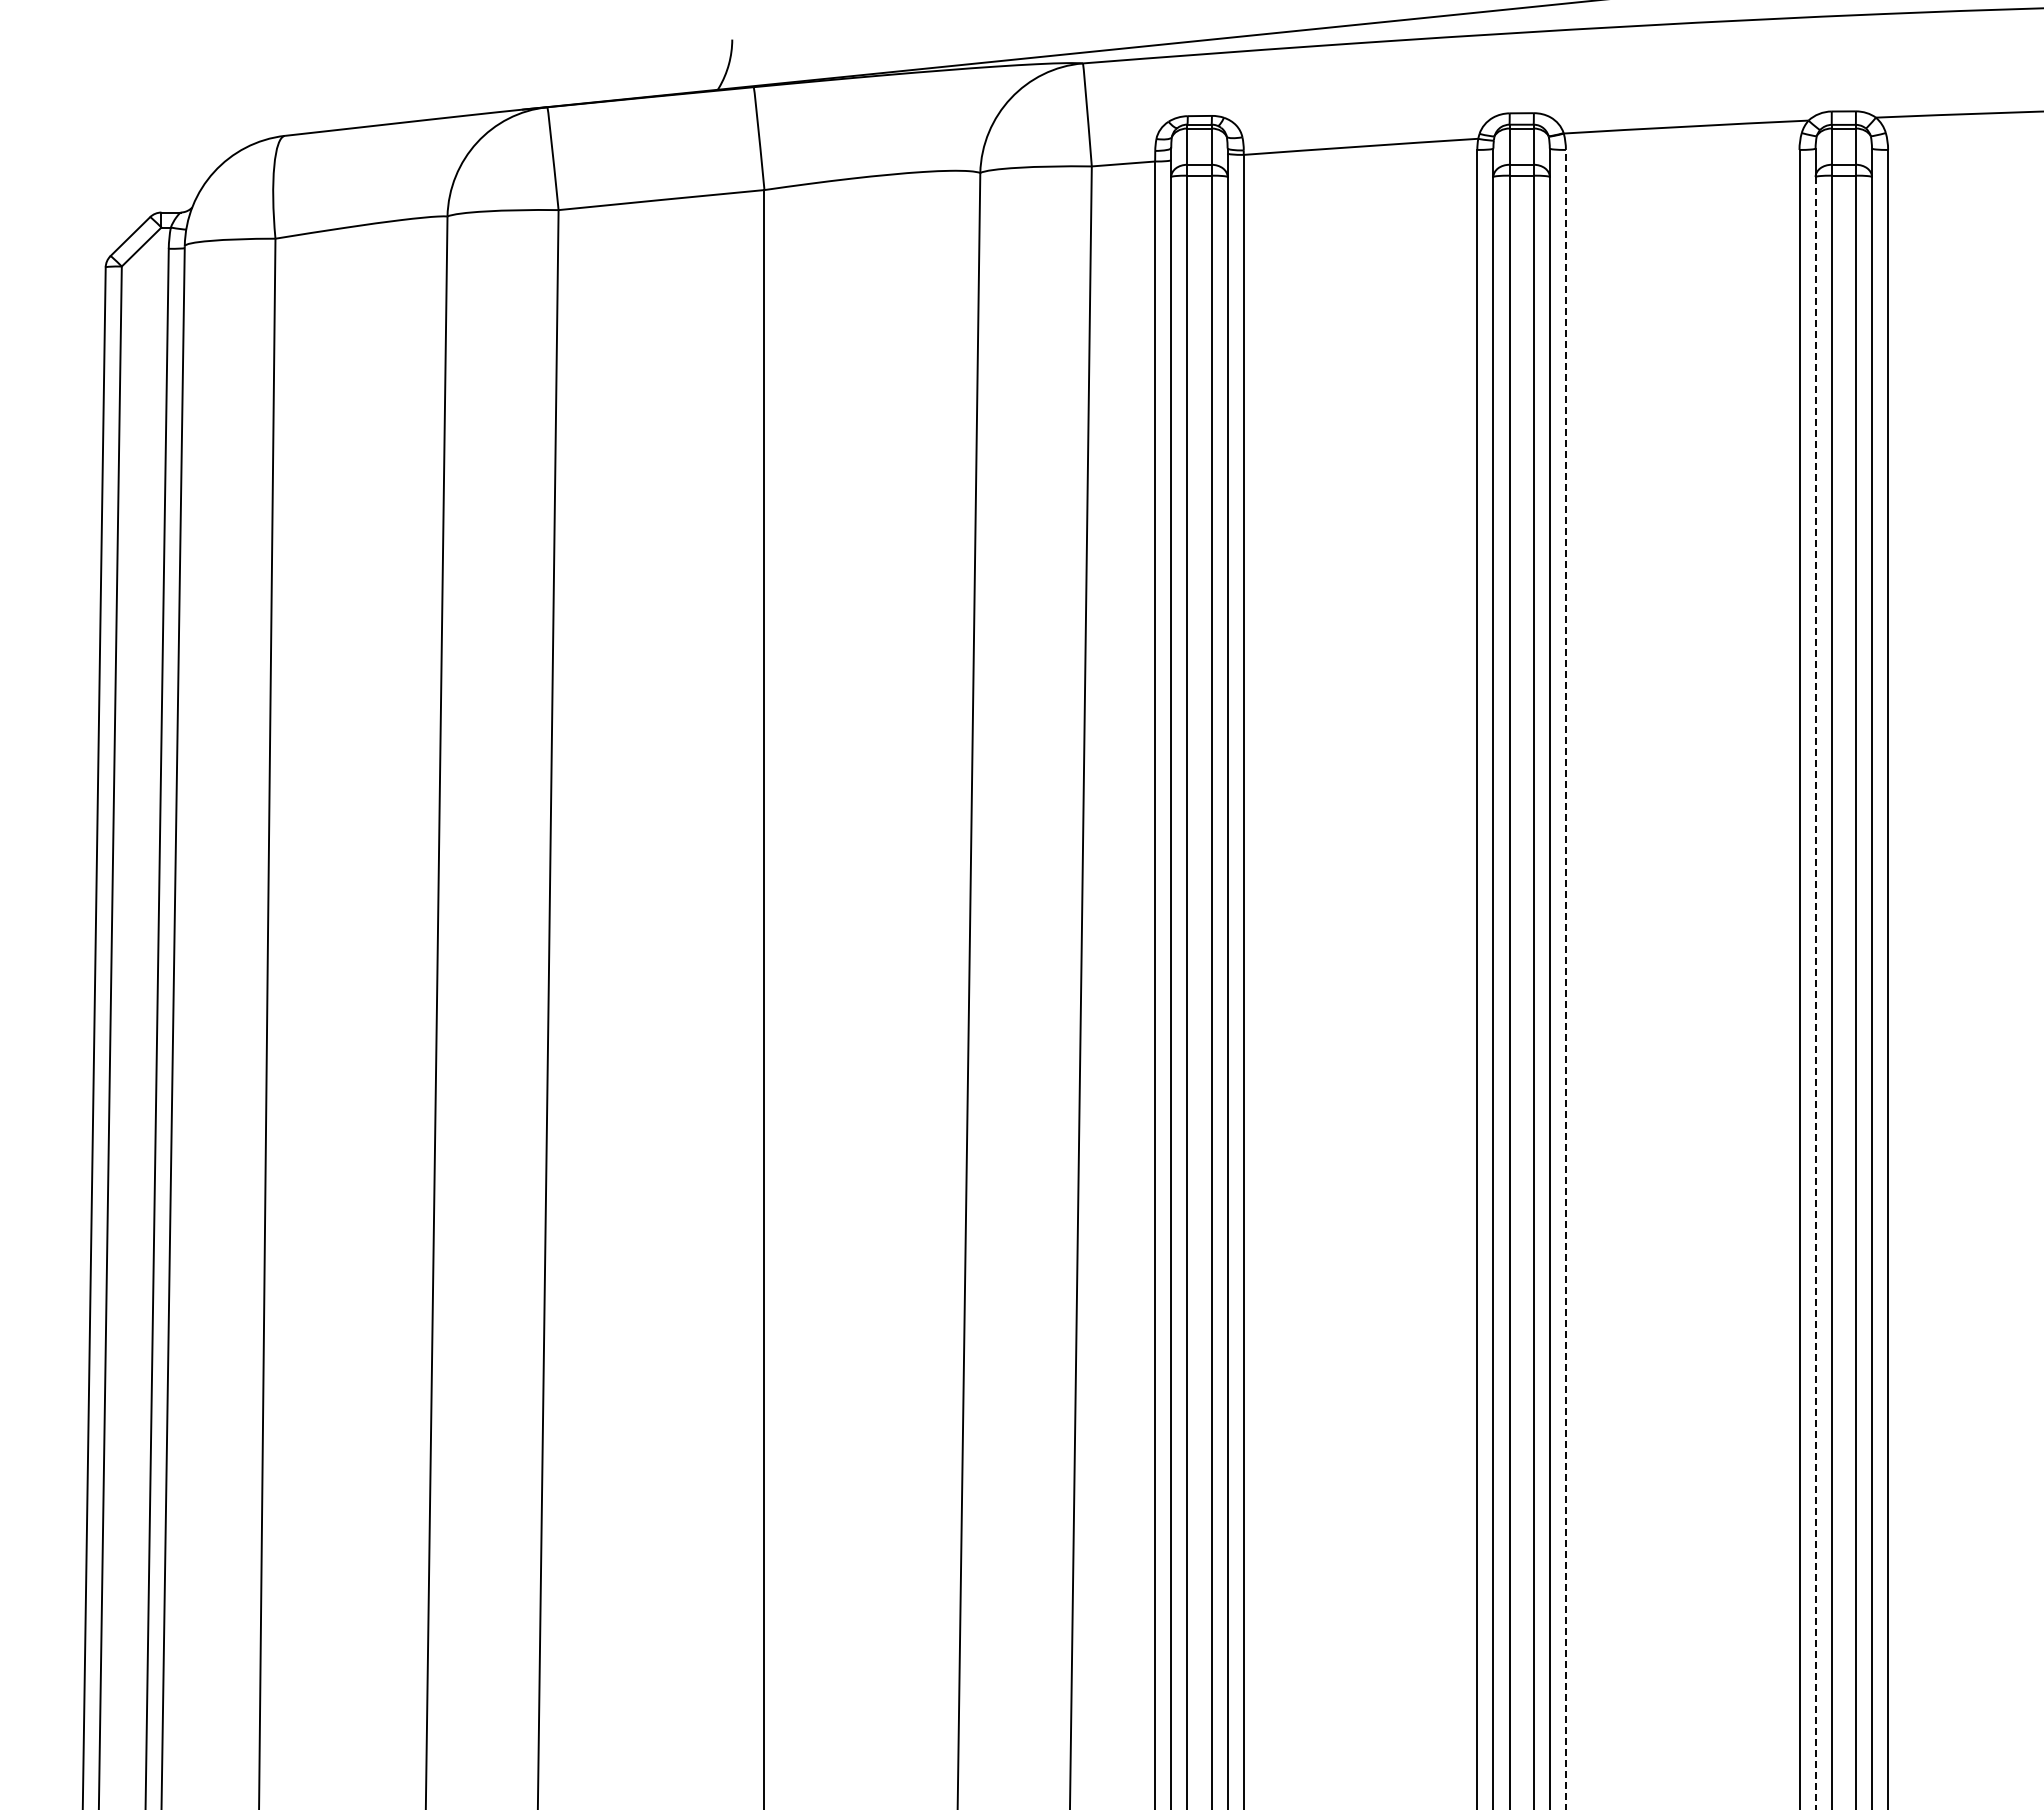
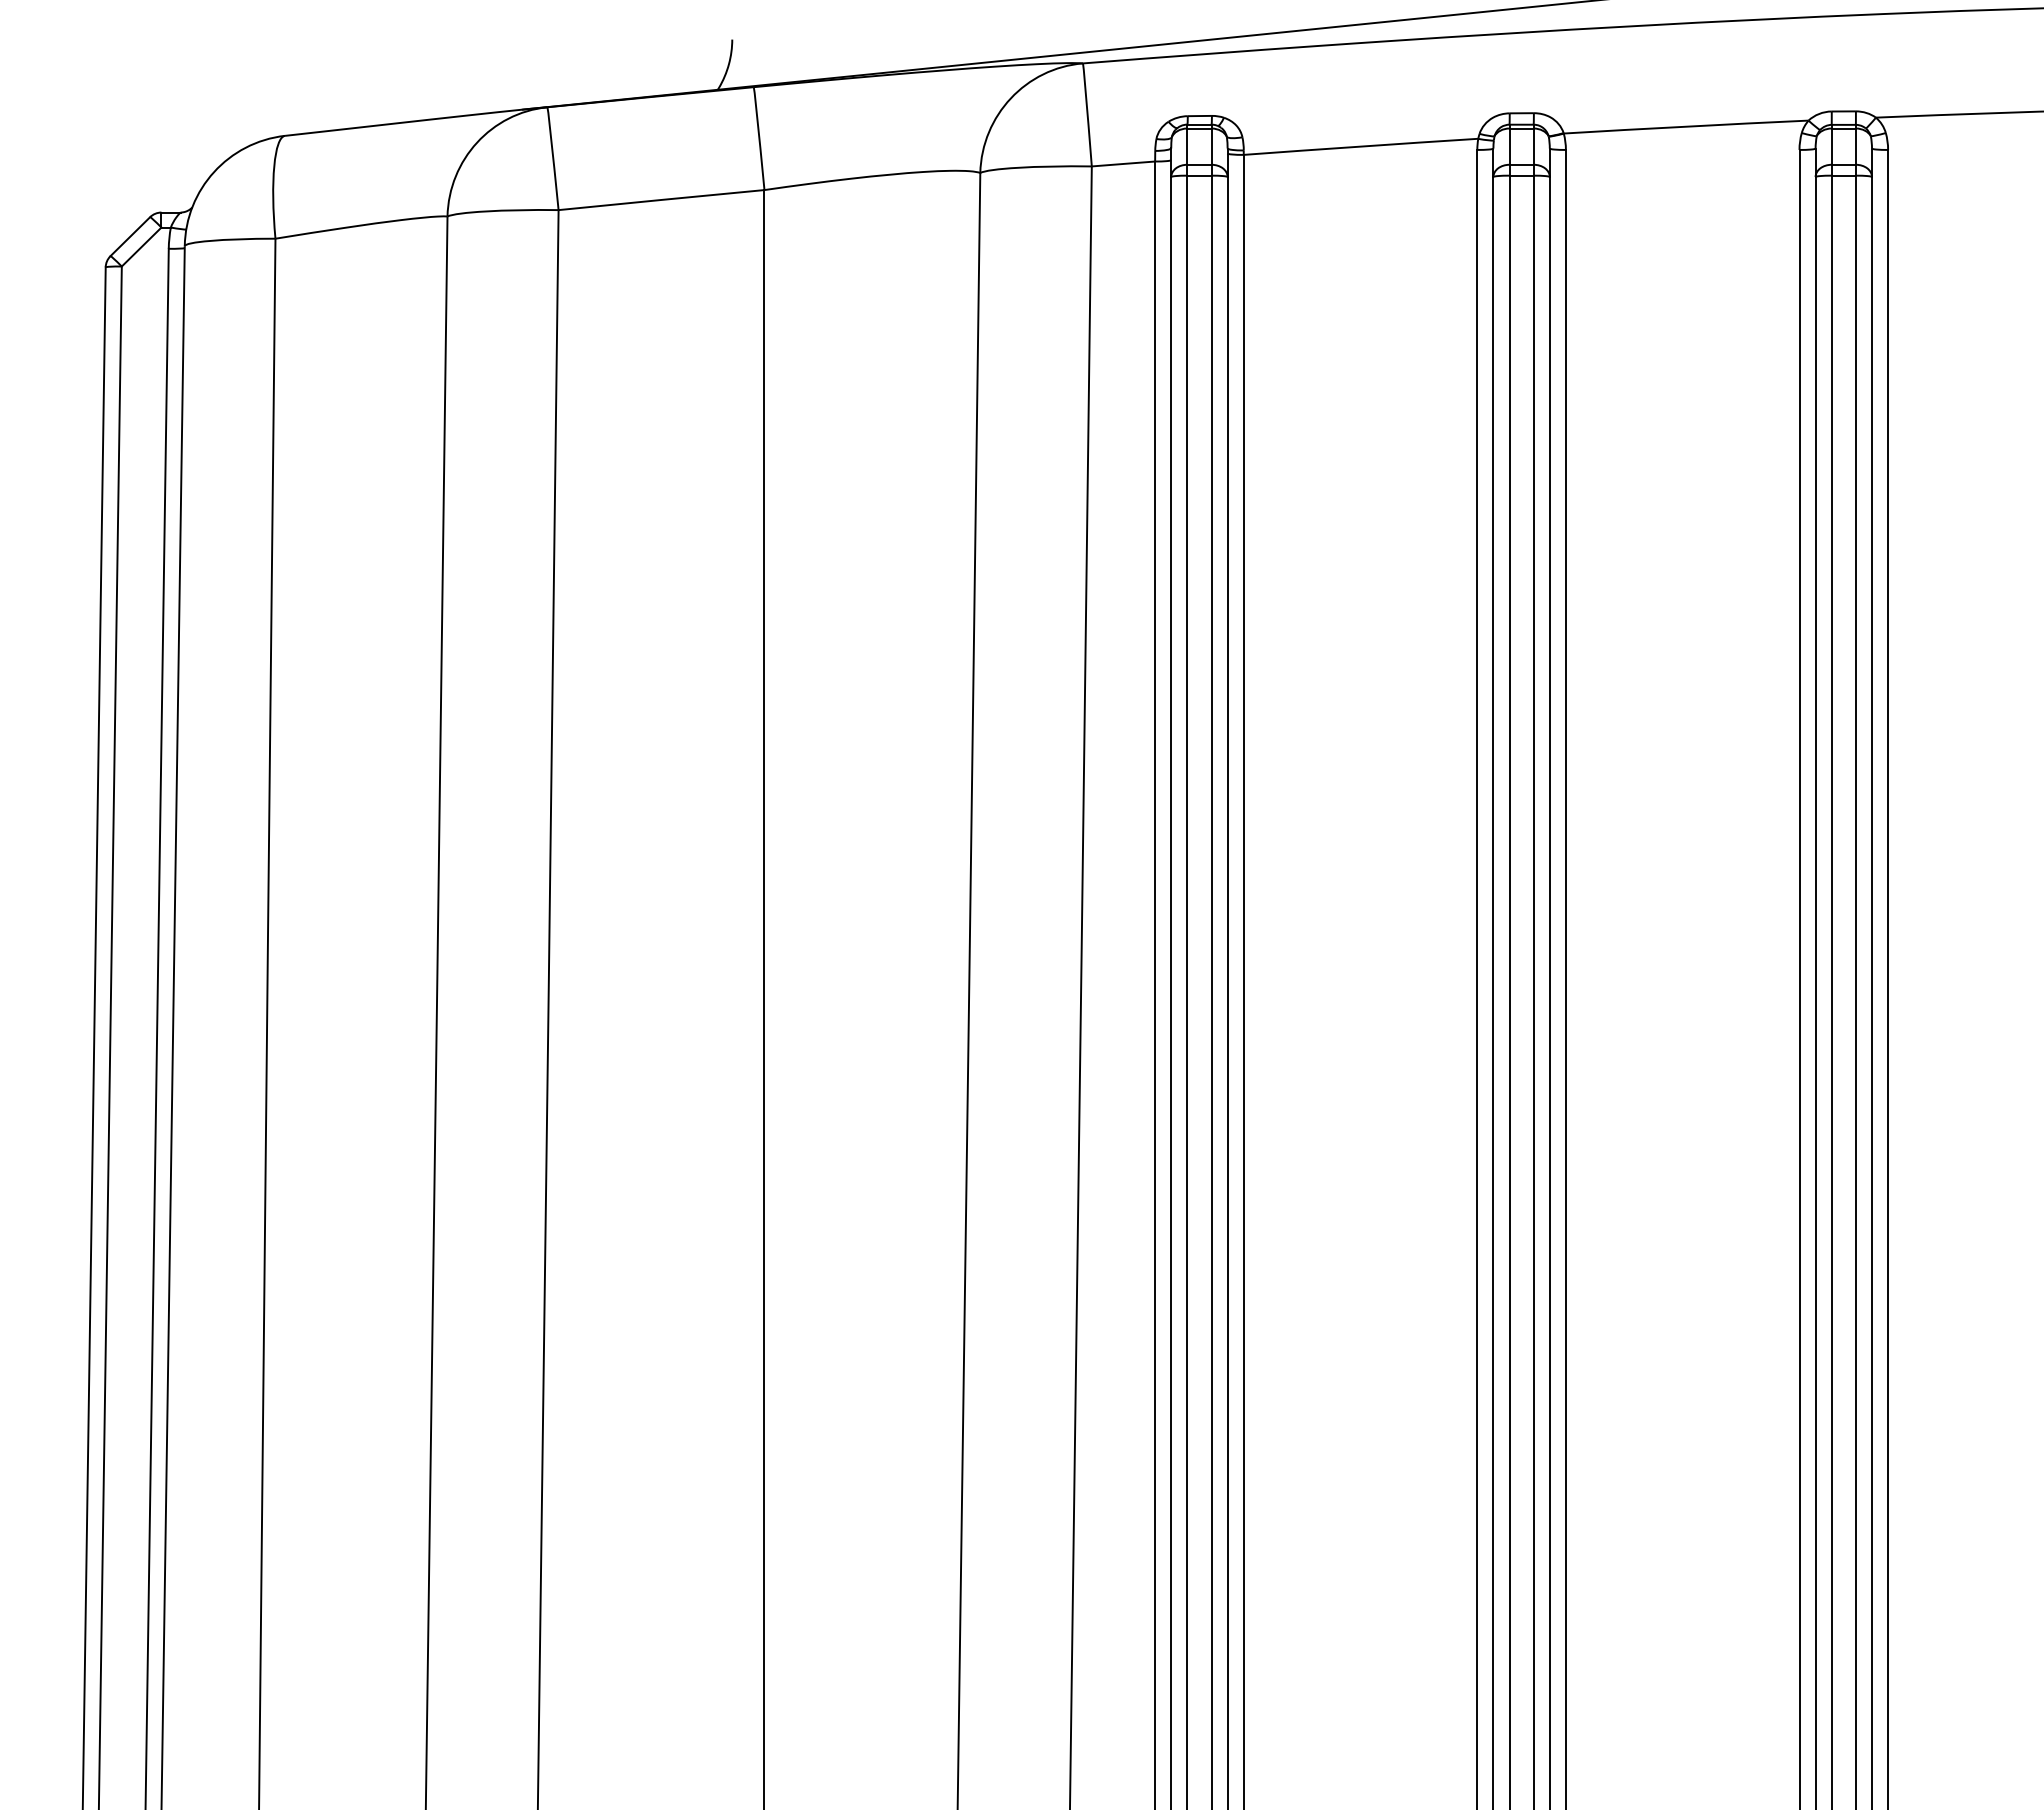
line at (1565, 979): dashed -> solid
line at (1815, 993): dashed -> solid
